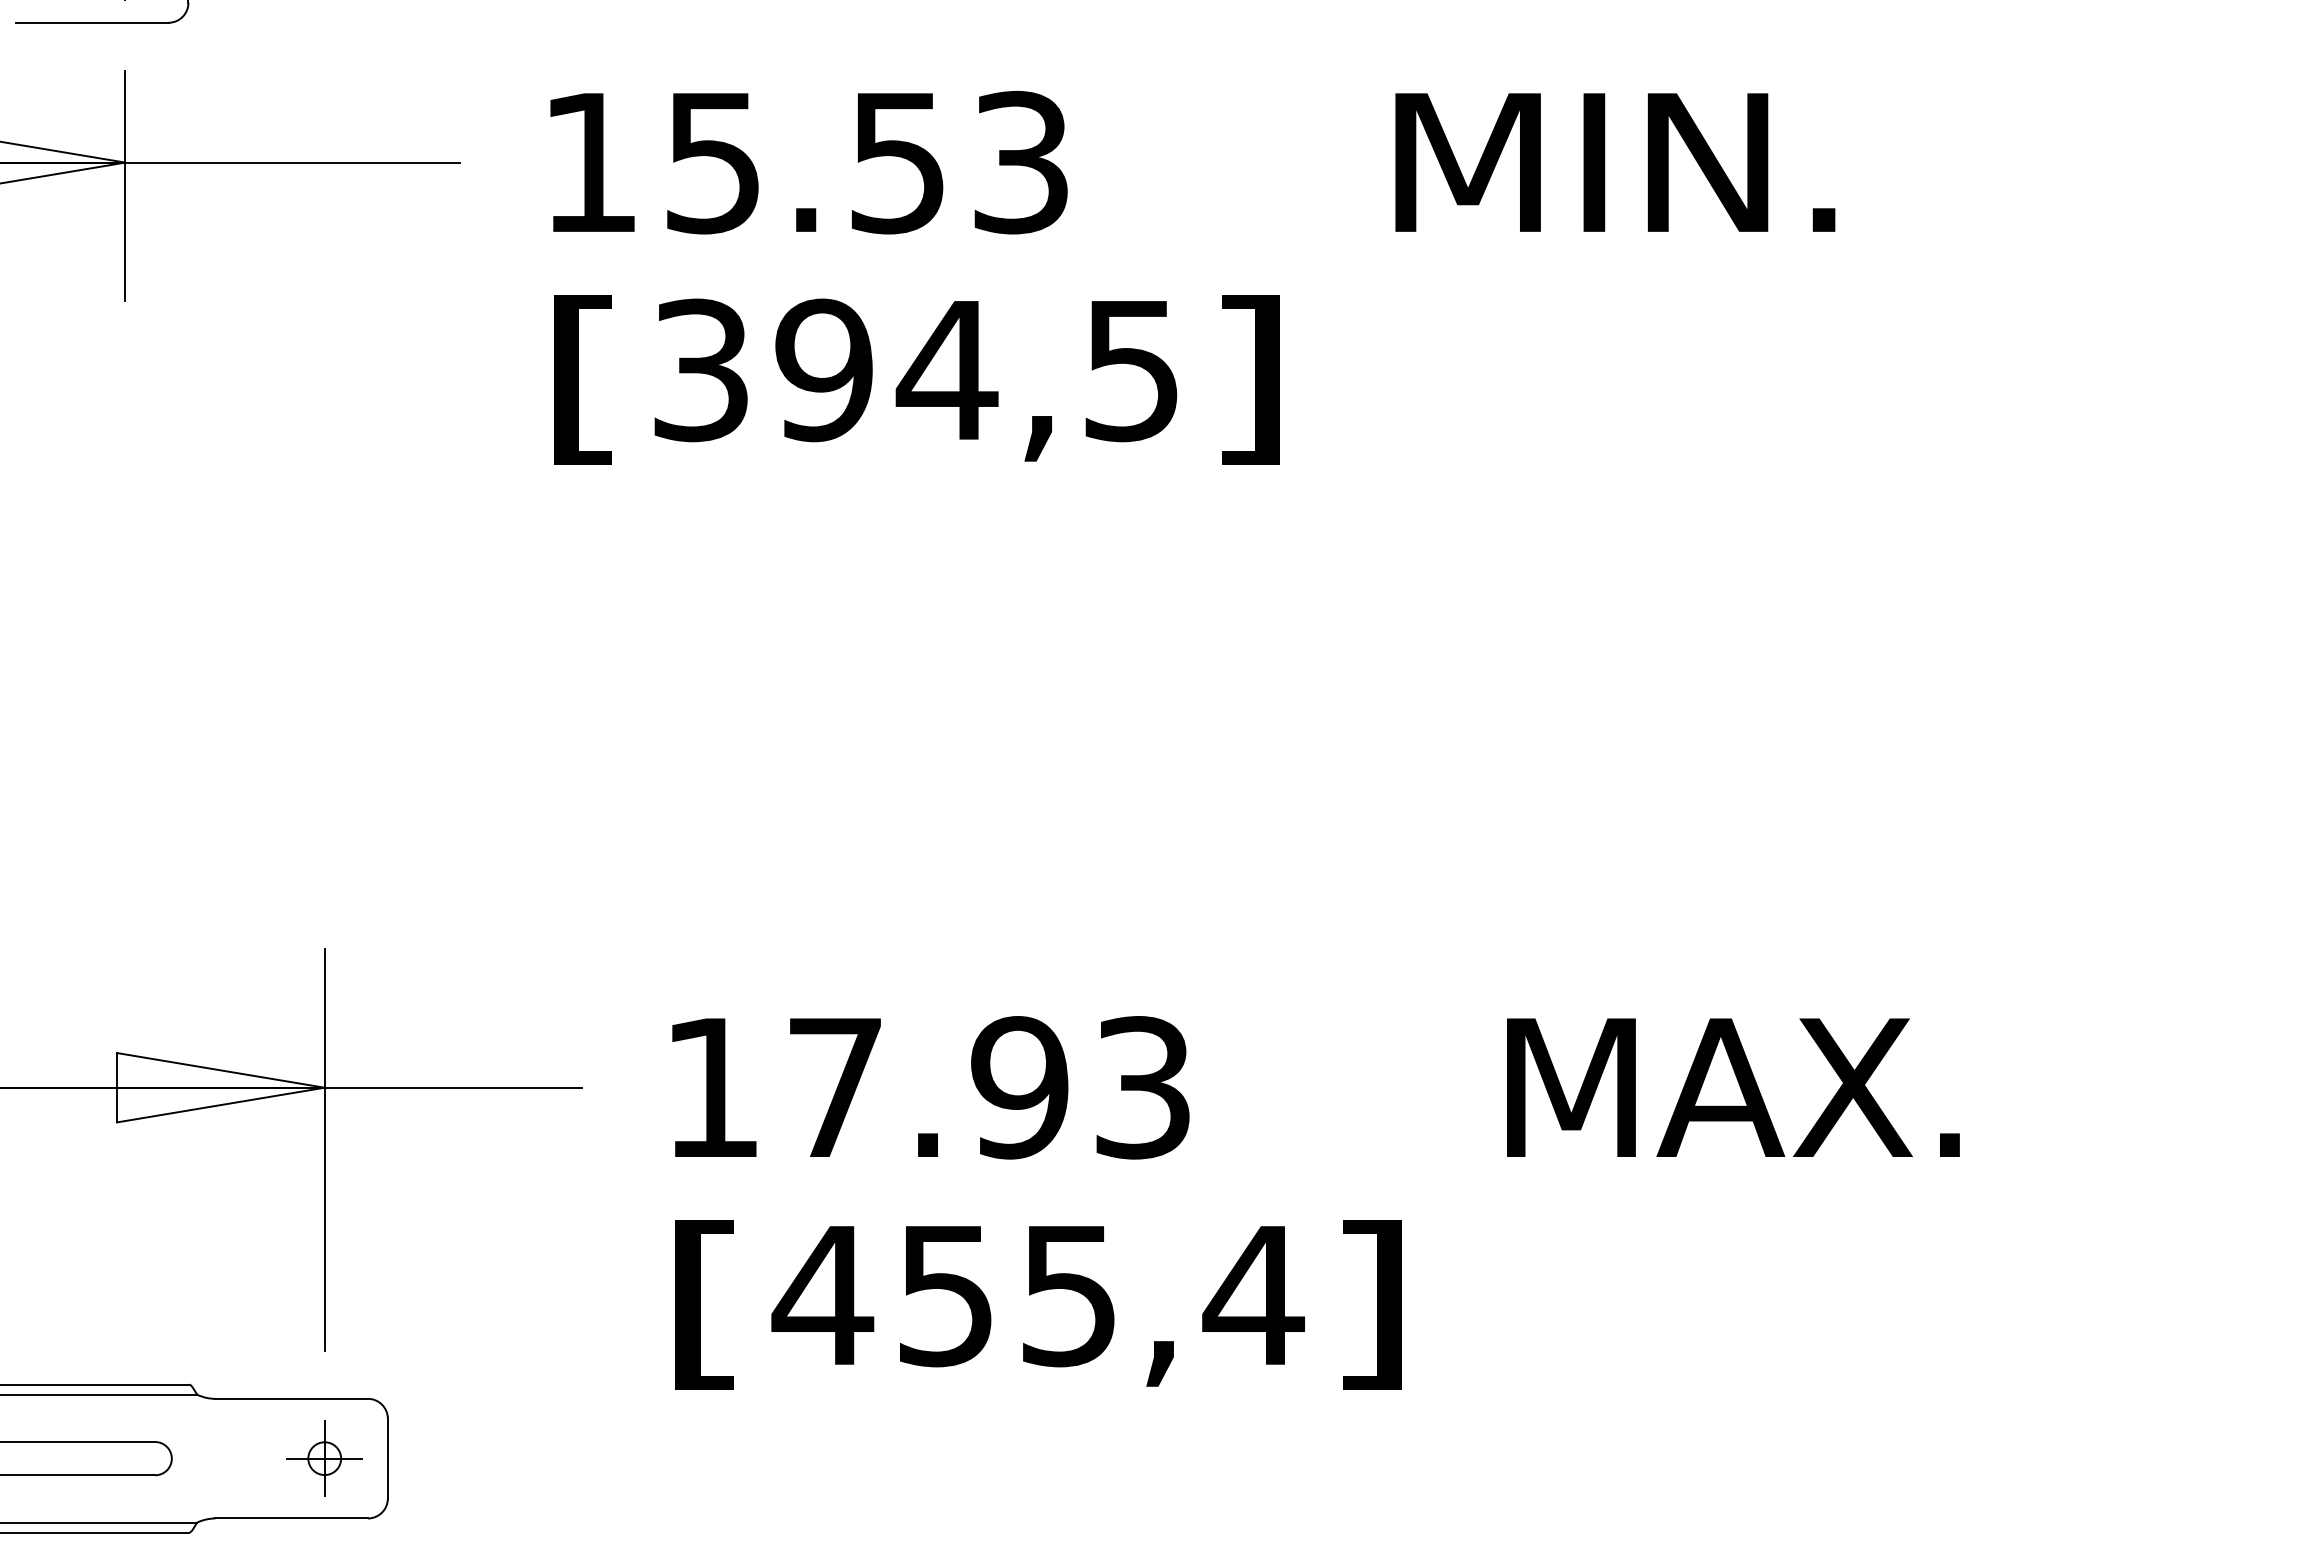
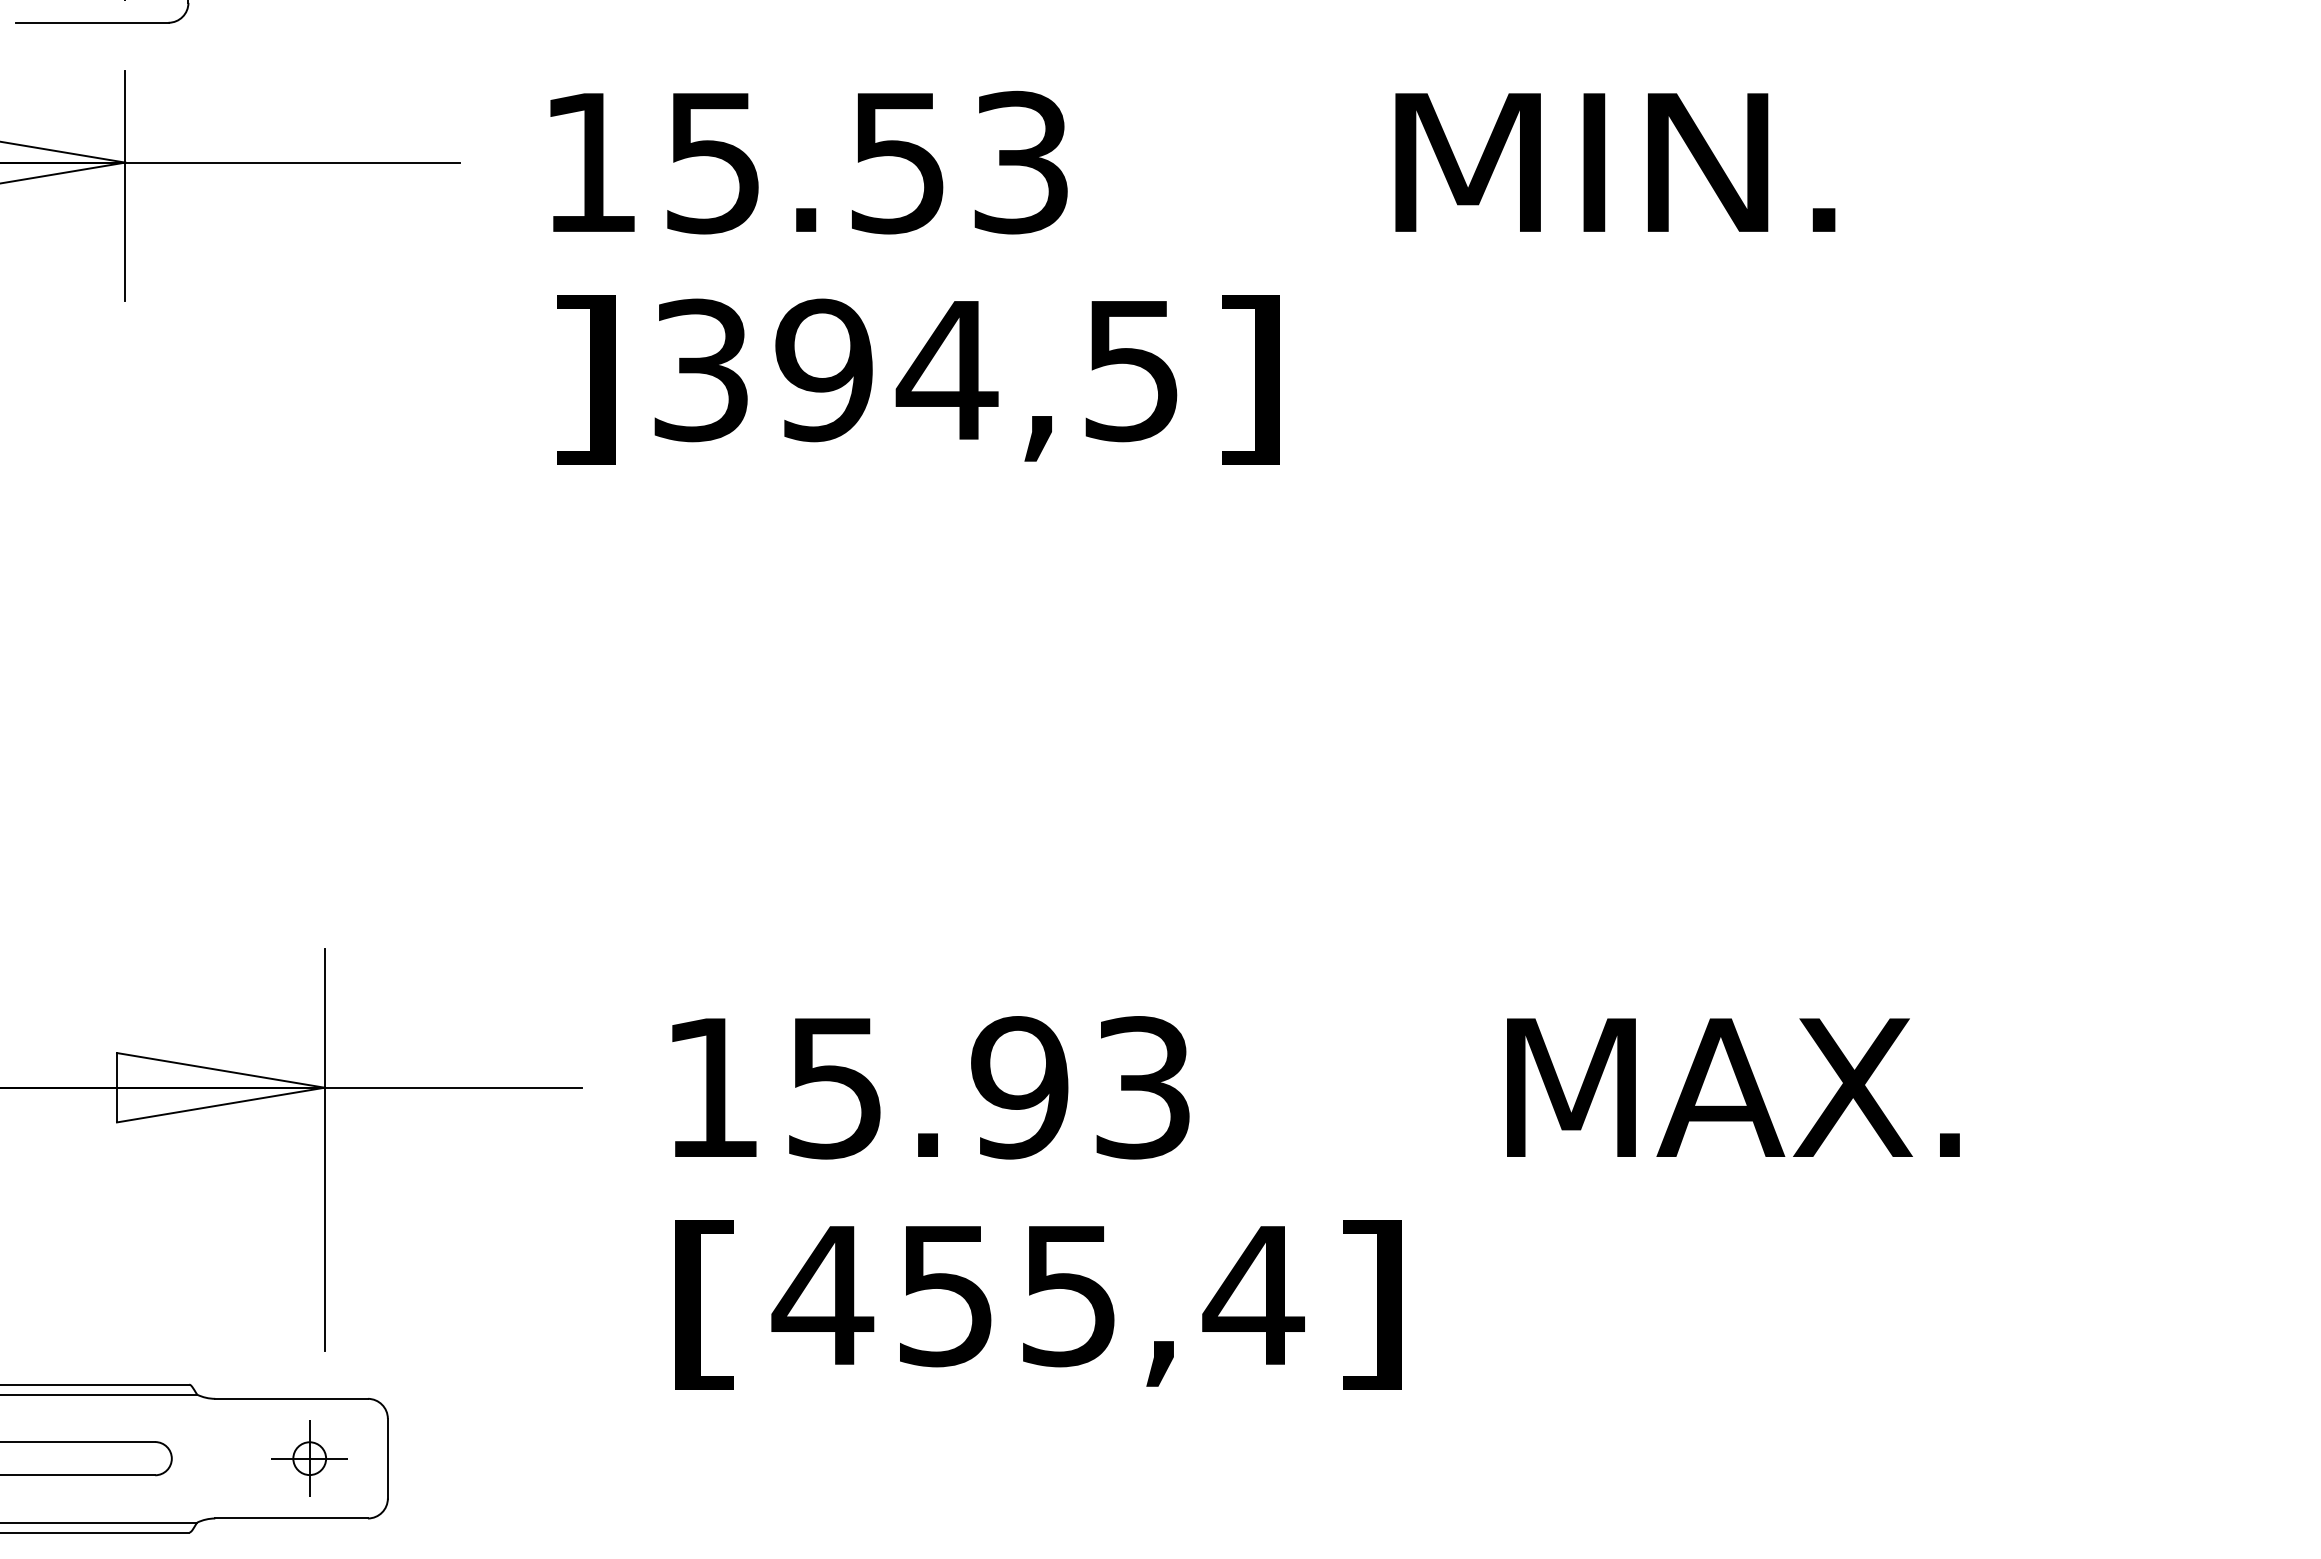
text at (584, 379): [ -> ]
text at (834, 1088): 17.93 -> 15.93
part at (324, 1458) position: (324, 1458) -> (309, 1458)
